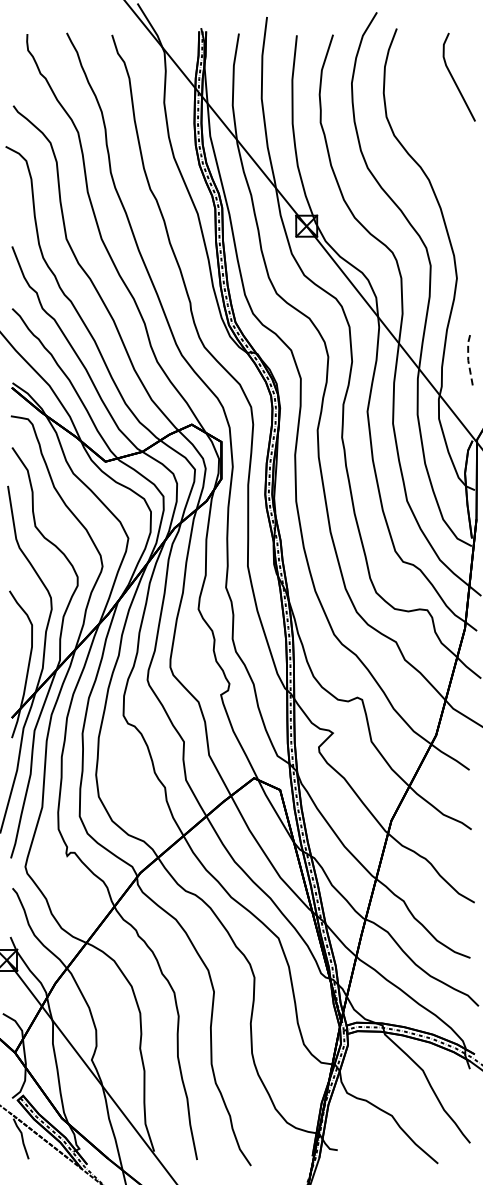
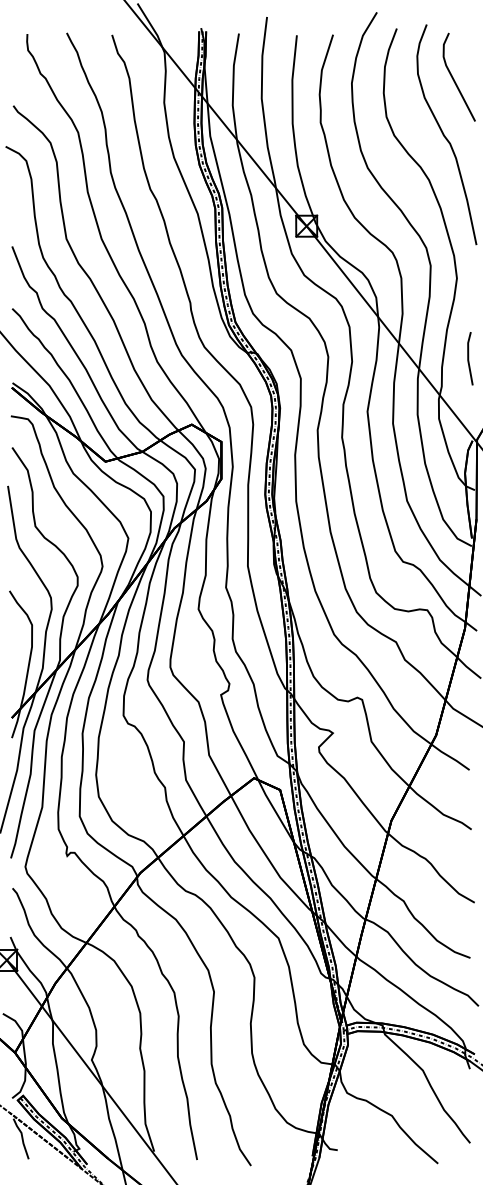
curve at (445, 135): none -> present
line at (468, 358): dashed -> solid
